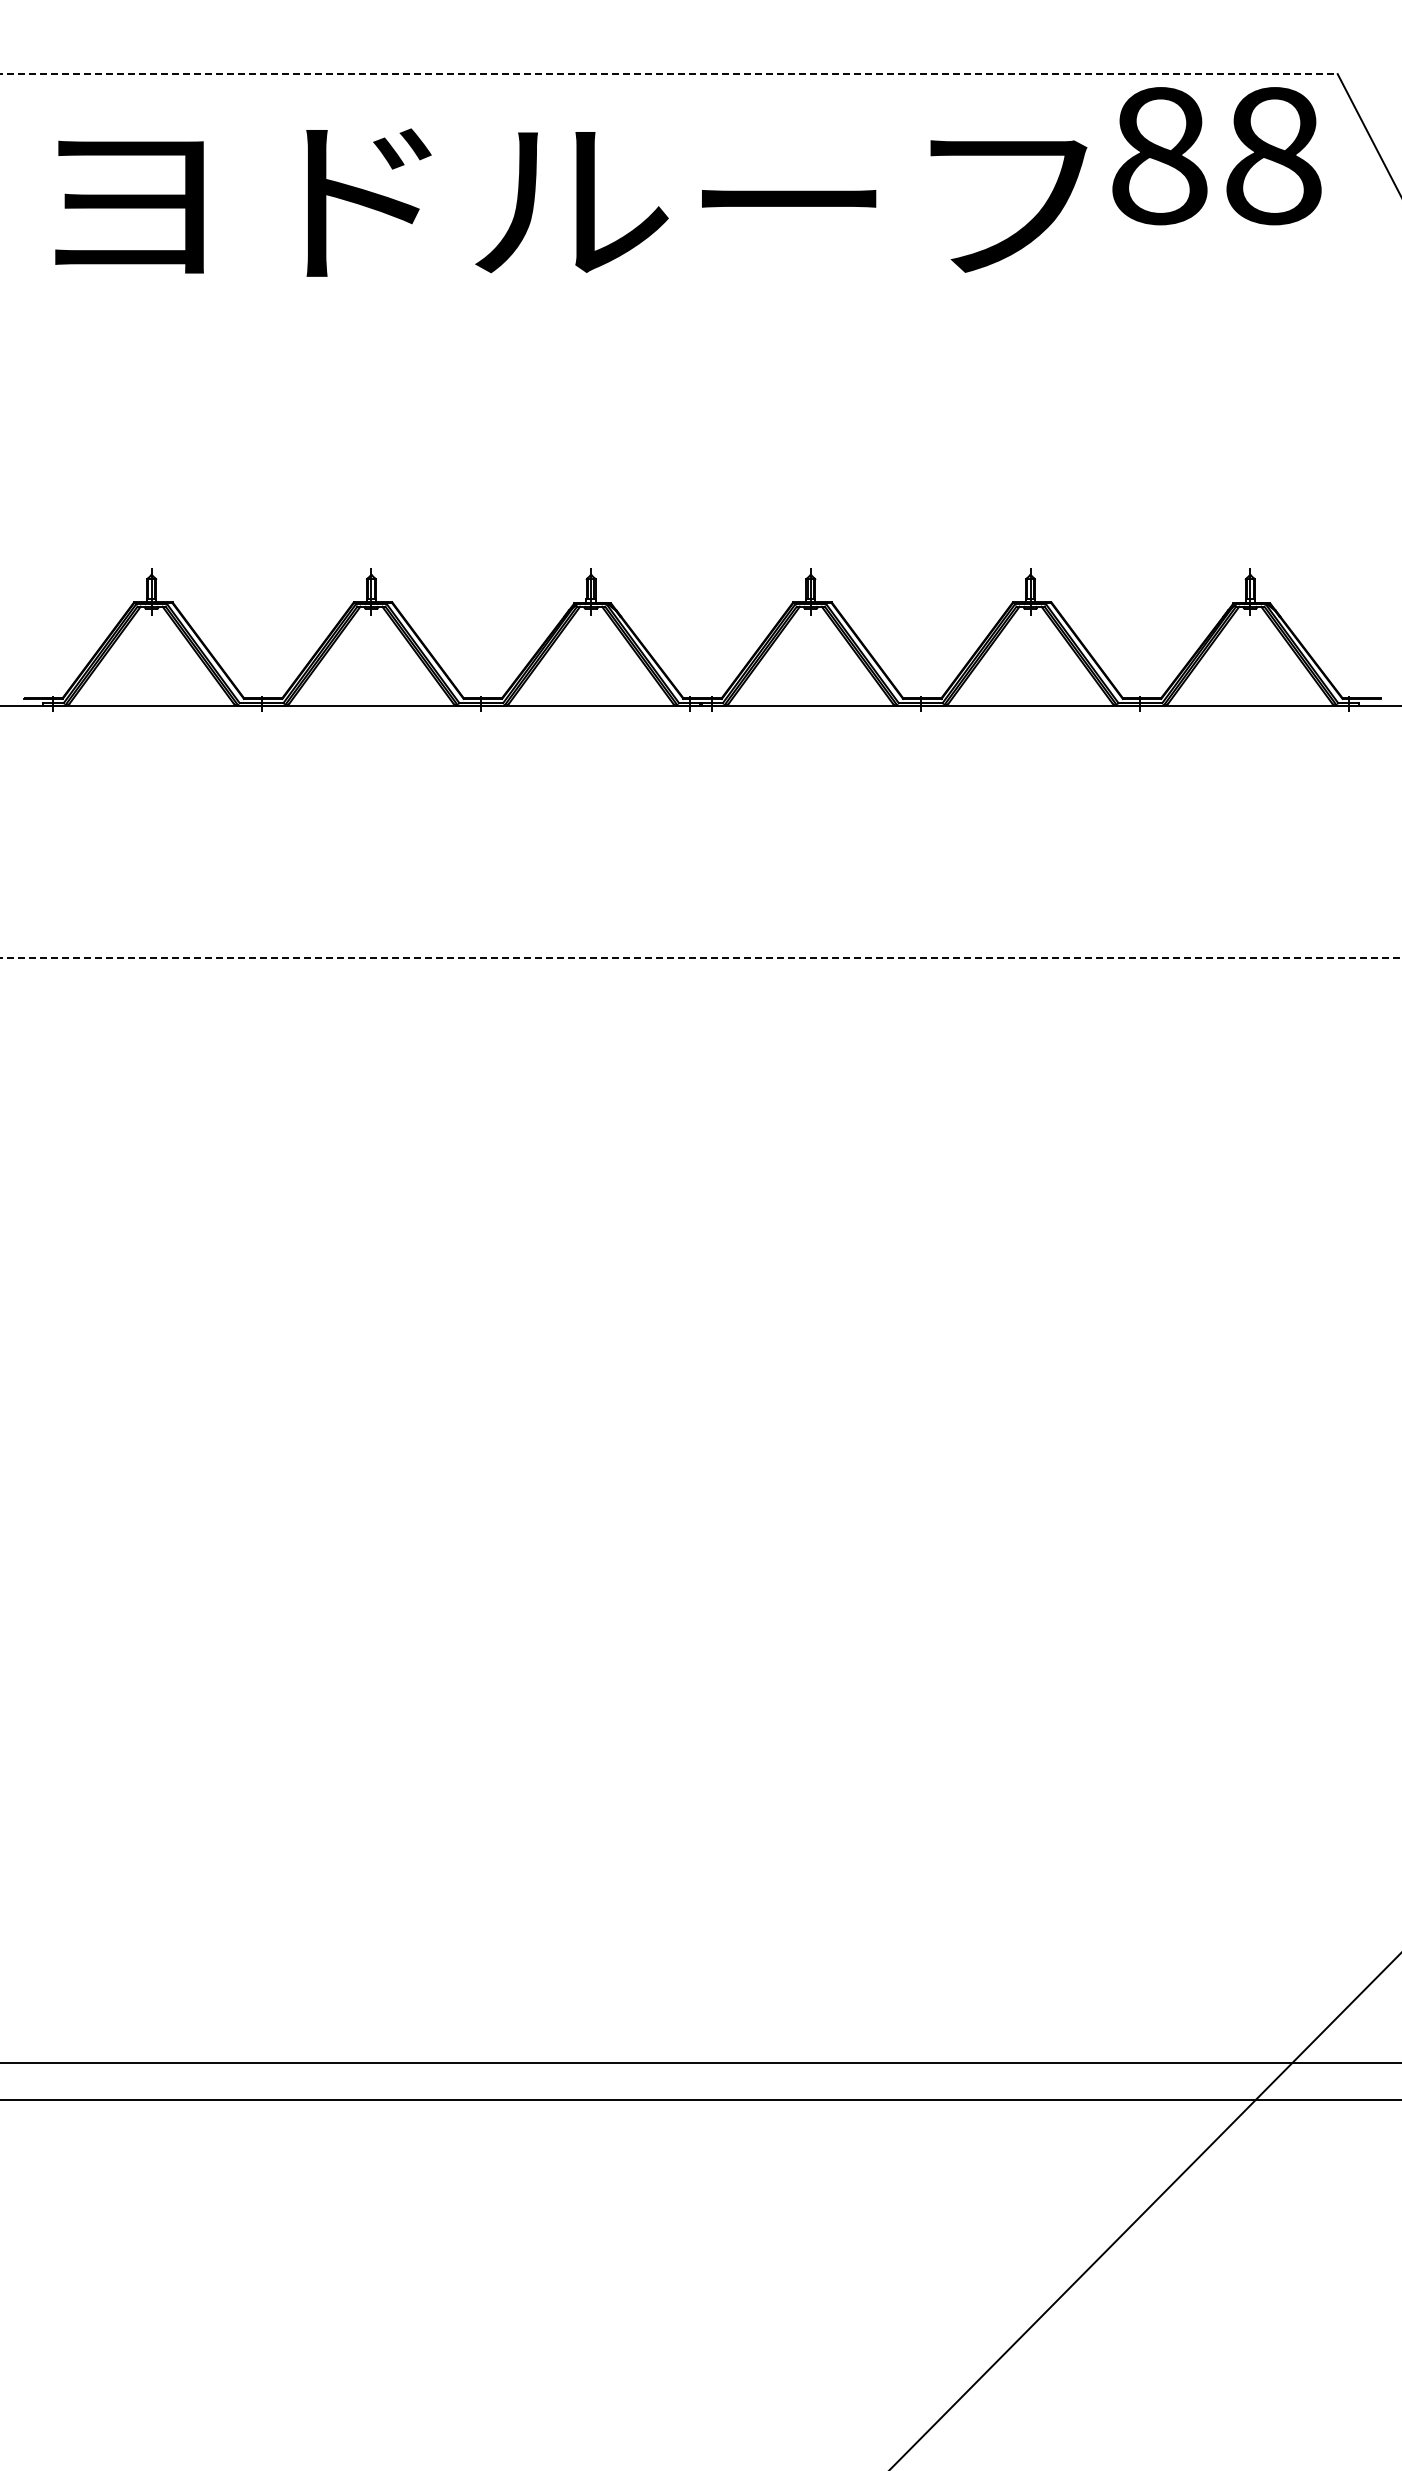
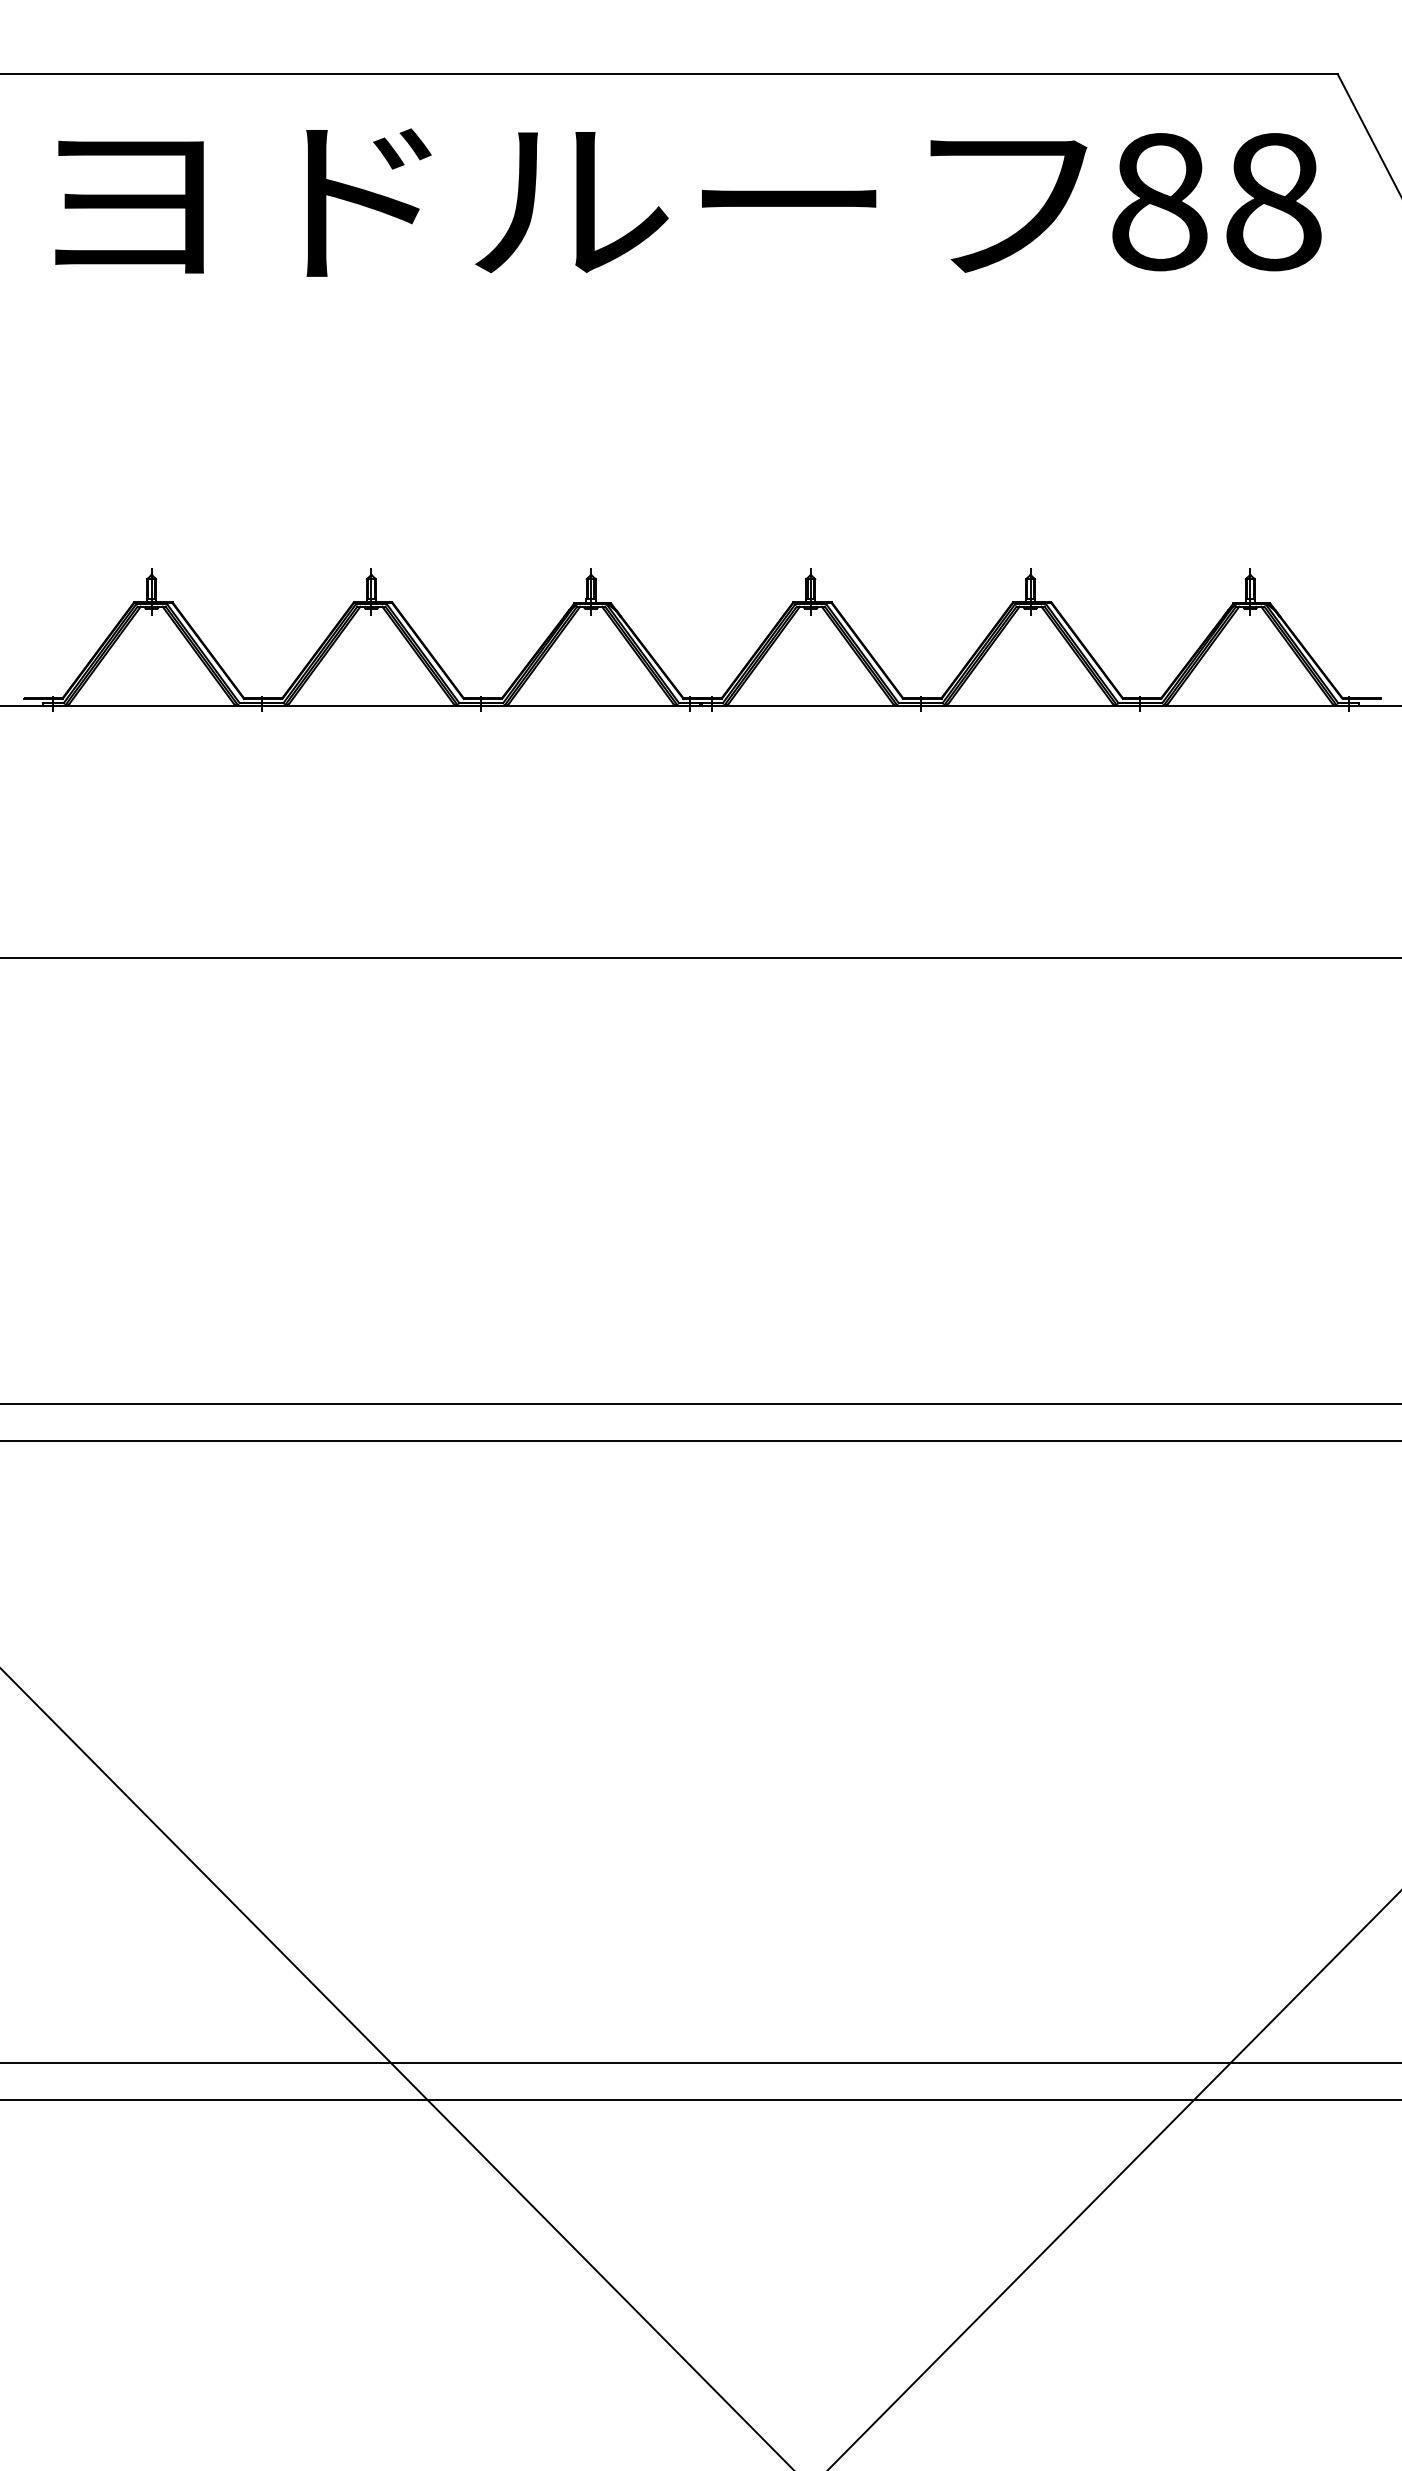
line at (669, 74): dashed -> solid
text at (1216, 156) position: (1216, 156) -> (1216, 202)
line at (700, 958): dashed -> solid
line at (700, 1404): none -> present
line at (700, 1440): none -> present
line at (396, 2068): none -> present
line at (1144, 2211) position: (1144, 2211) -> (1114, 2180)
